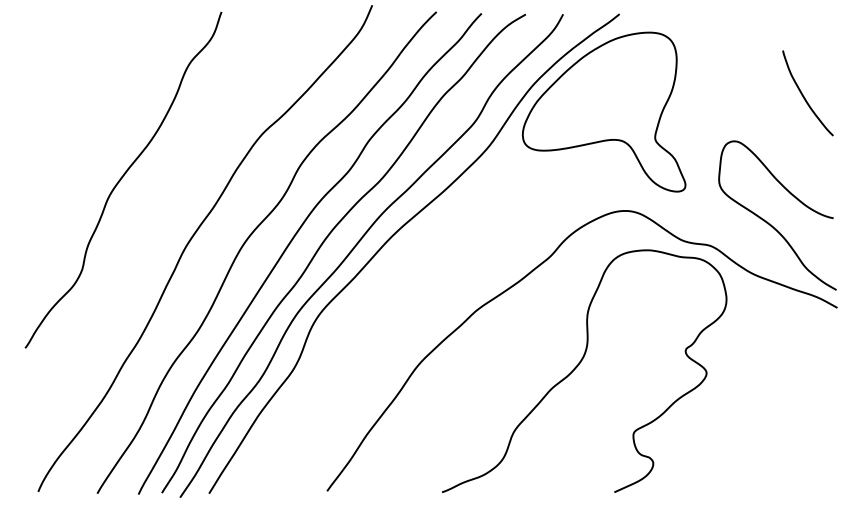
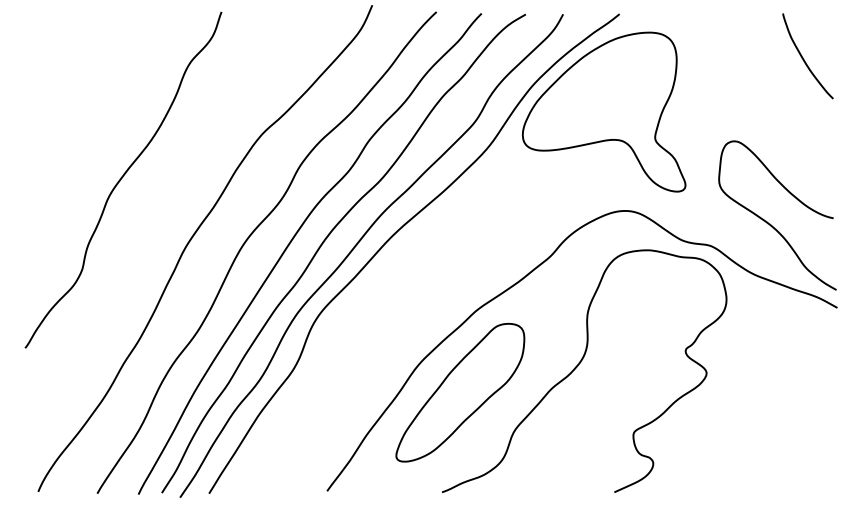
curve at (803, 94) position: (803, 94) -> (803, 57)
part at (460, 392): none -> present
